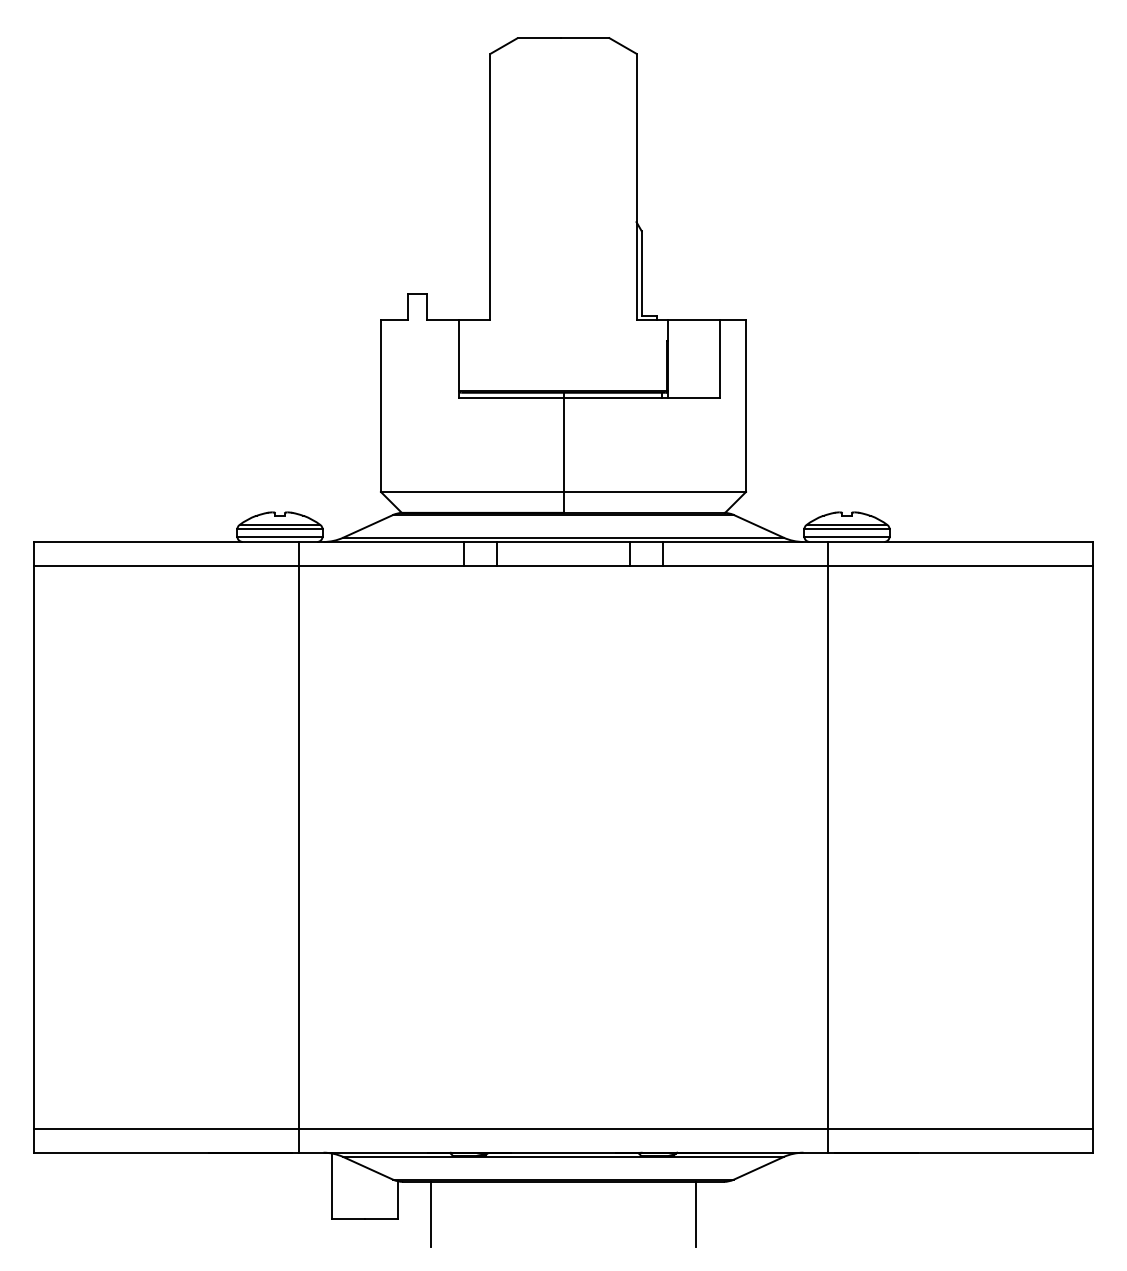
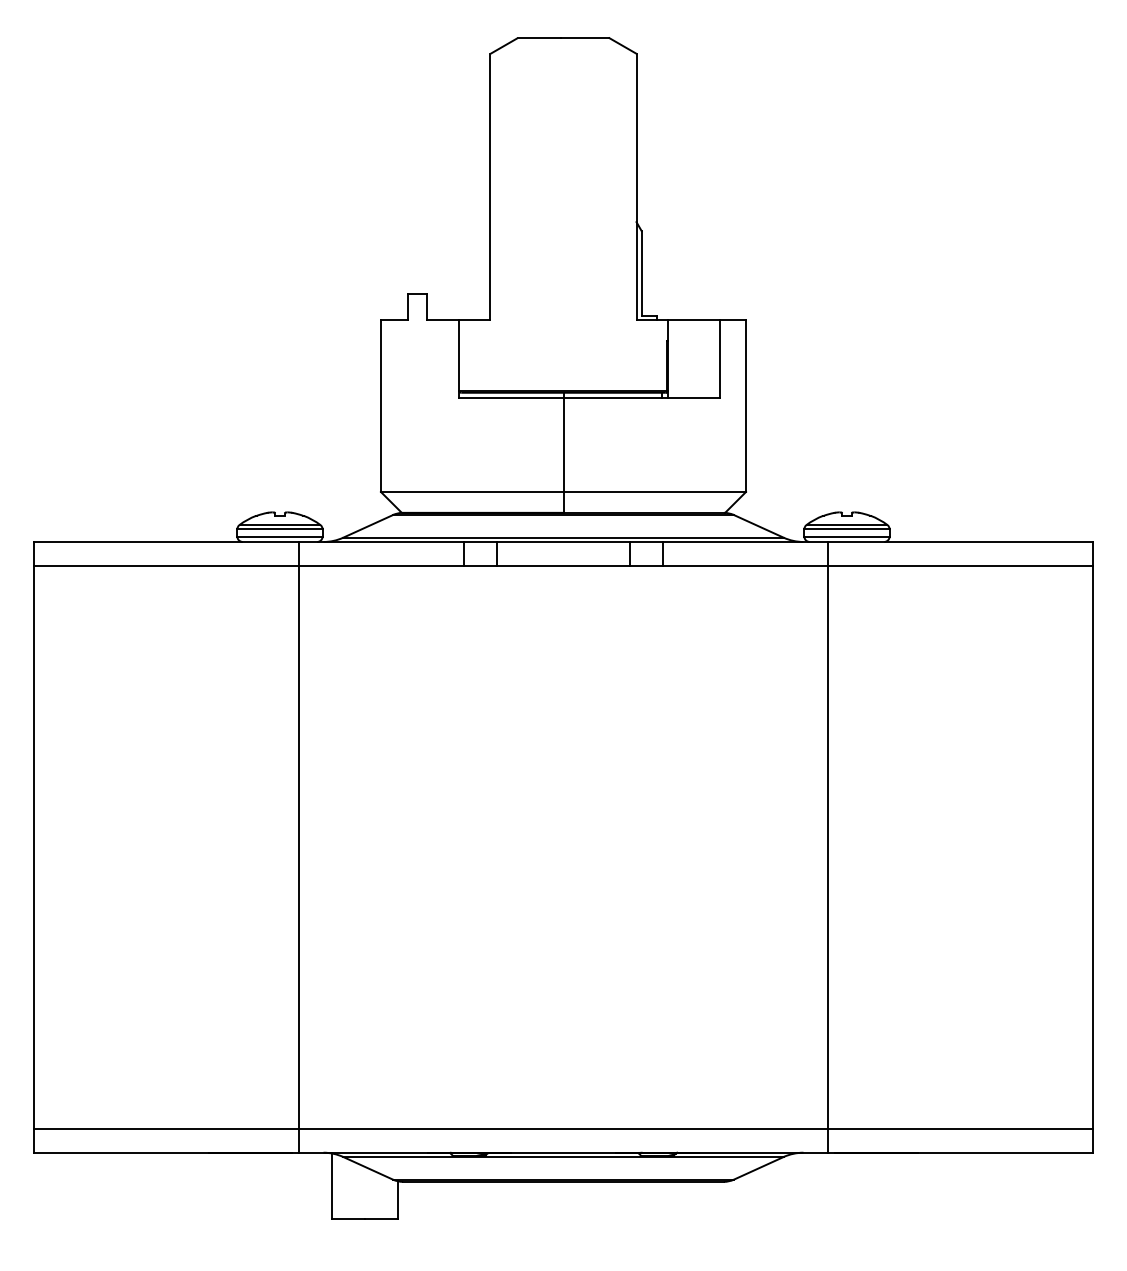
line at (431, 1213): present -> none
line at (695, 1213): present -> none
